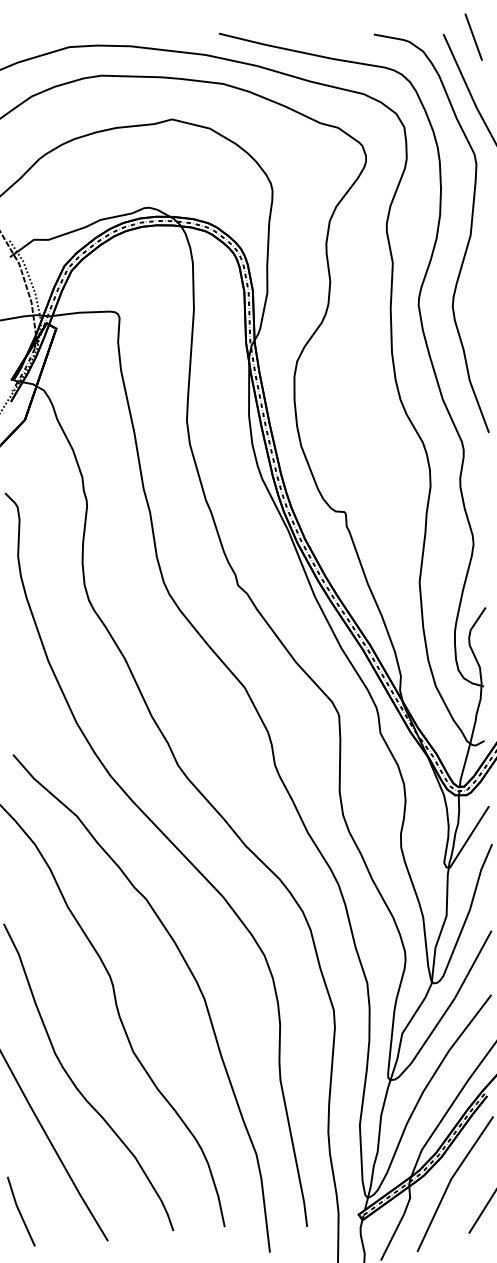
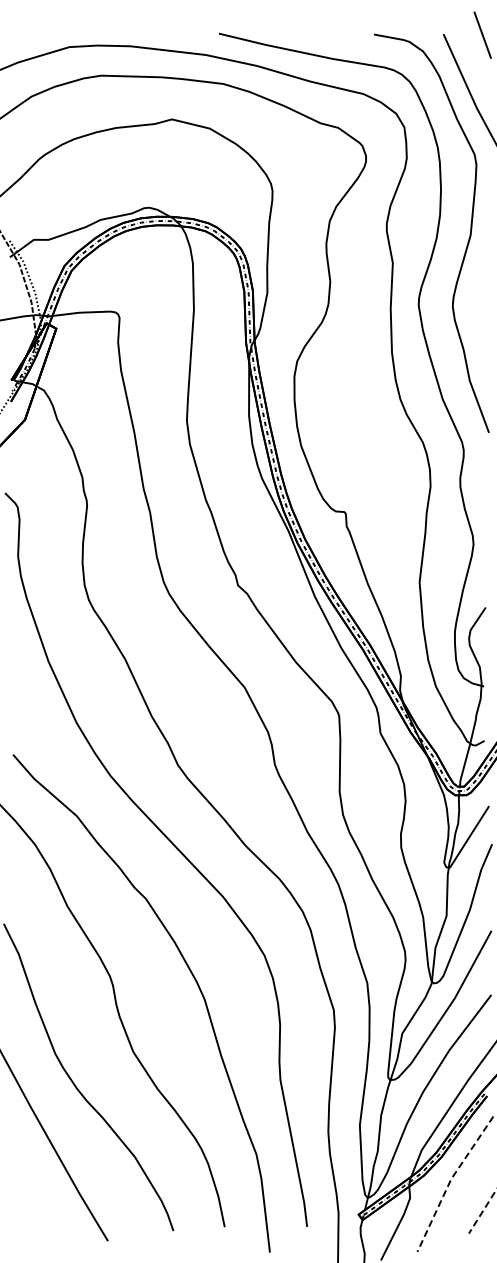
line at (473, 36) position: (473, 36) -> (482, 34)
line at (450, 1180): solid -> dashed
line at (20, 1211): present -> none
line at (482, 1211): solid -> dashed
